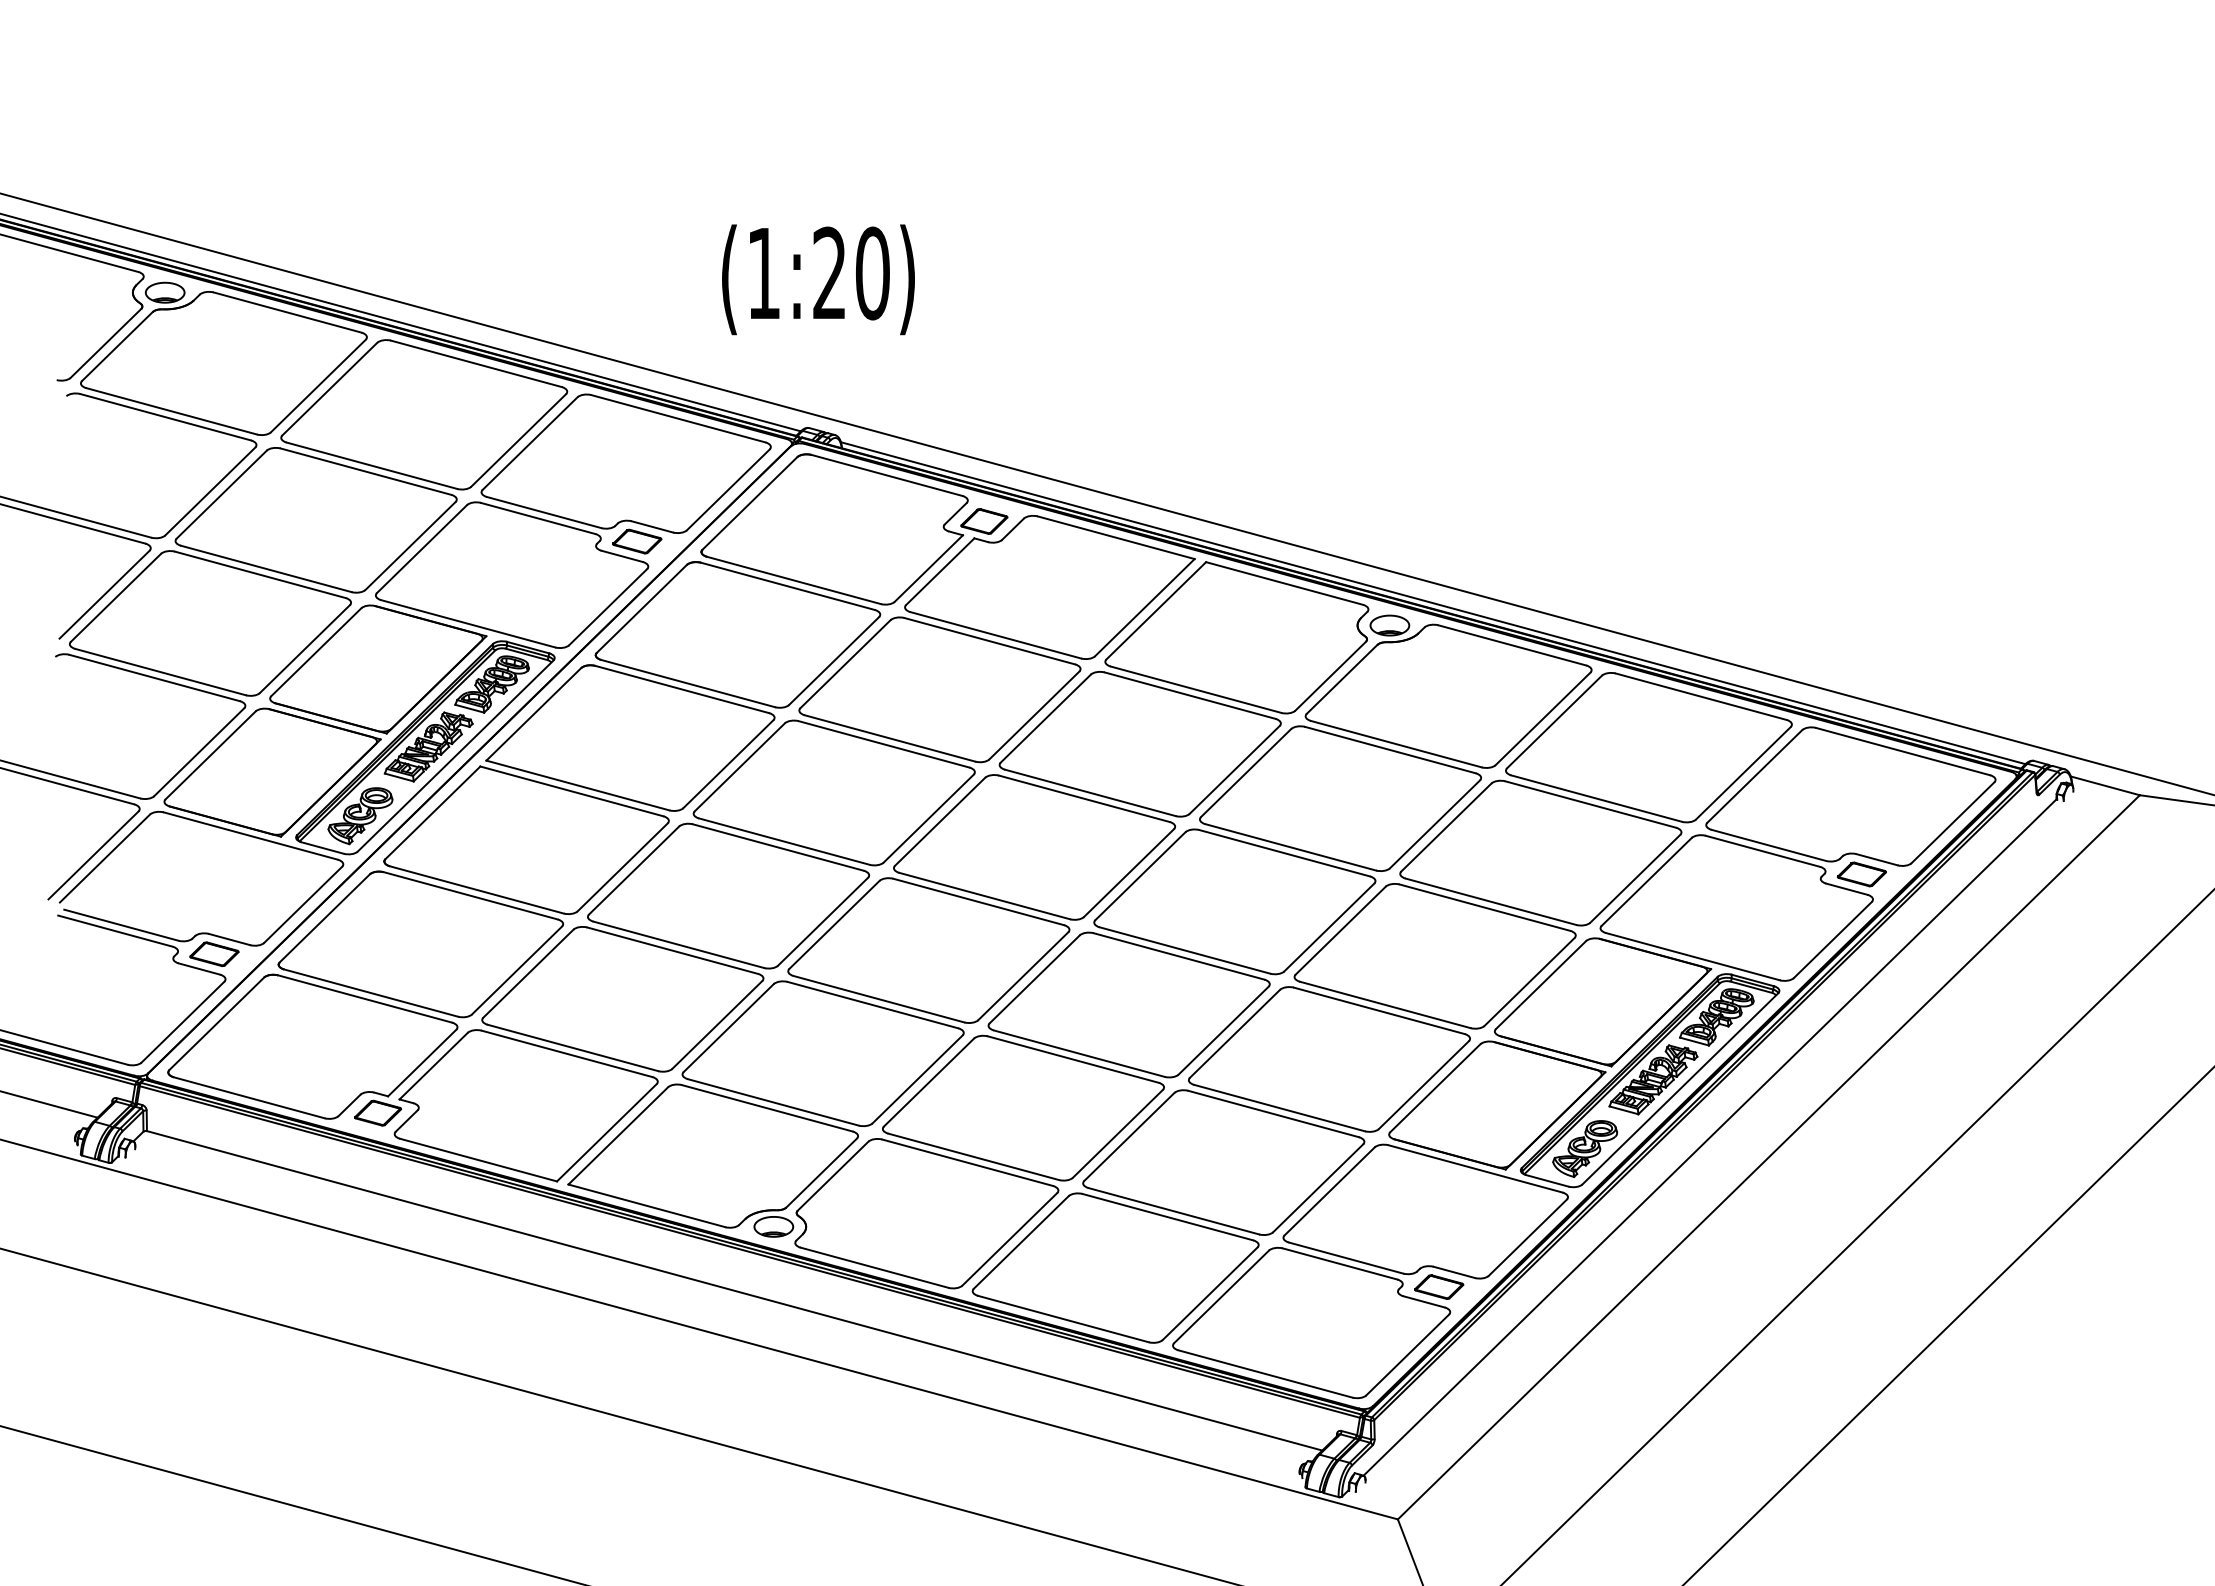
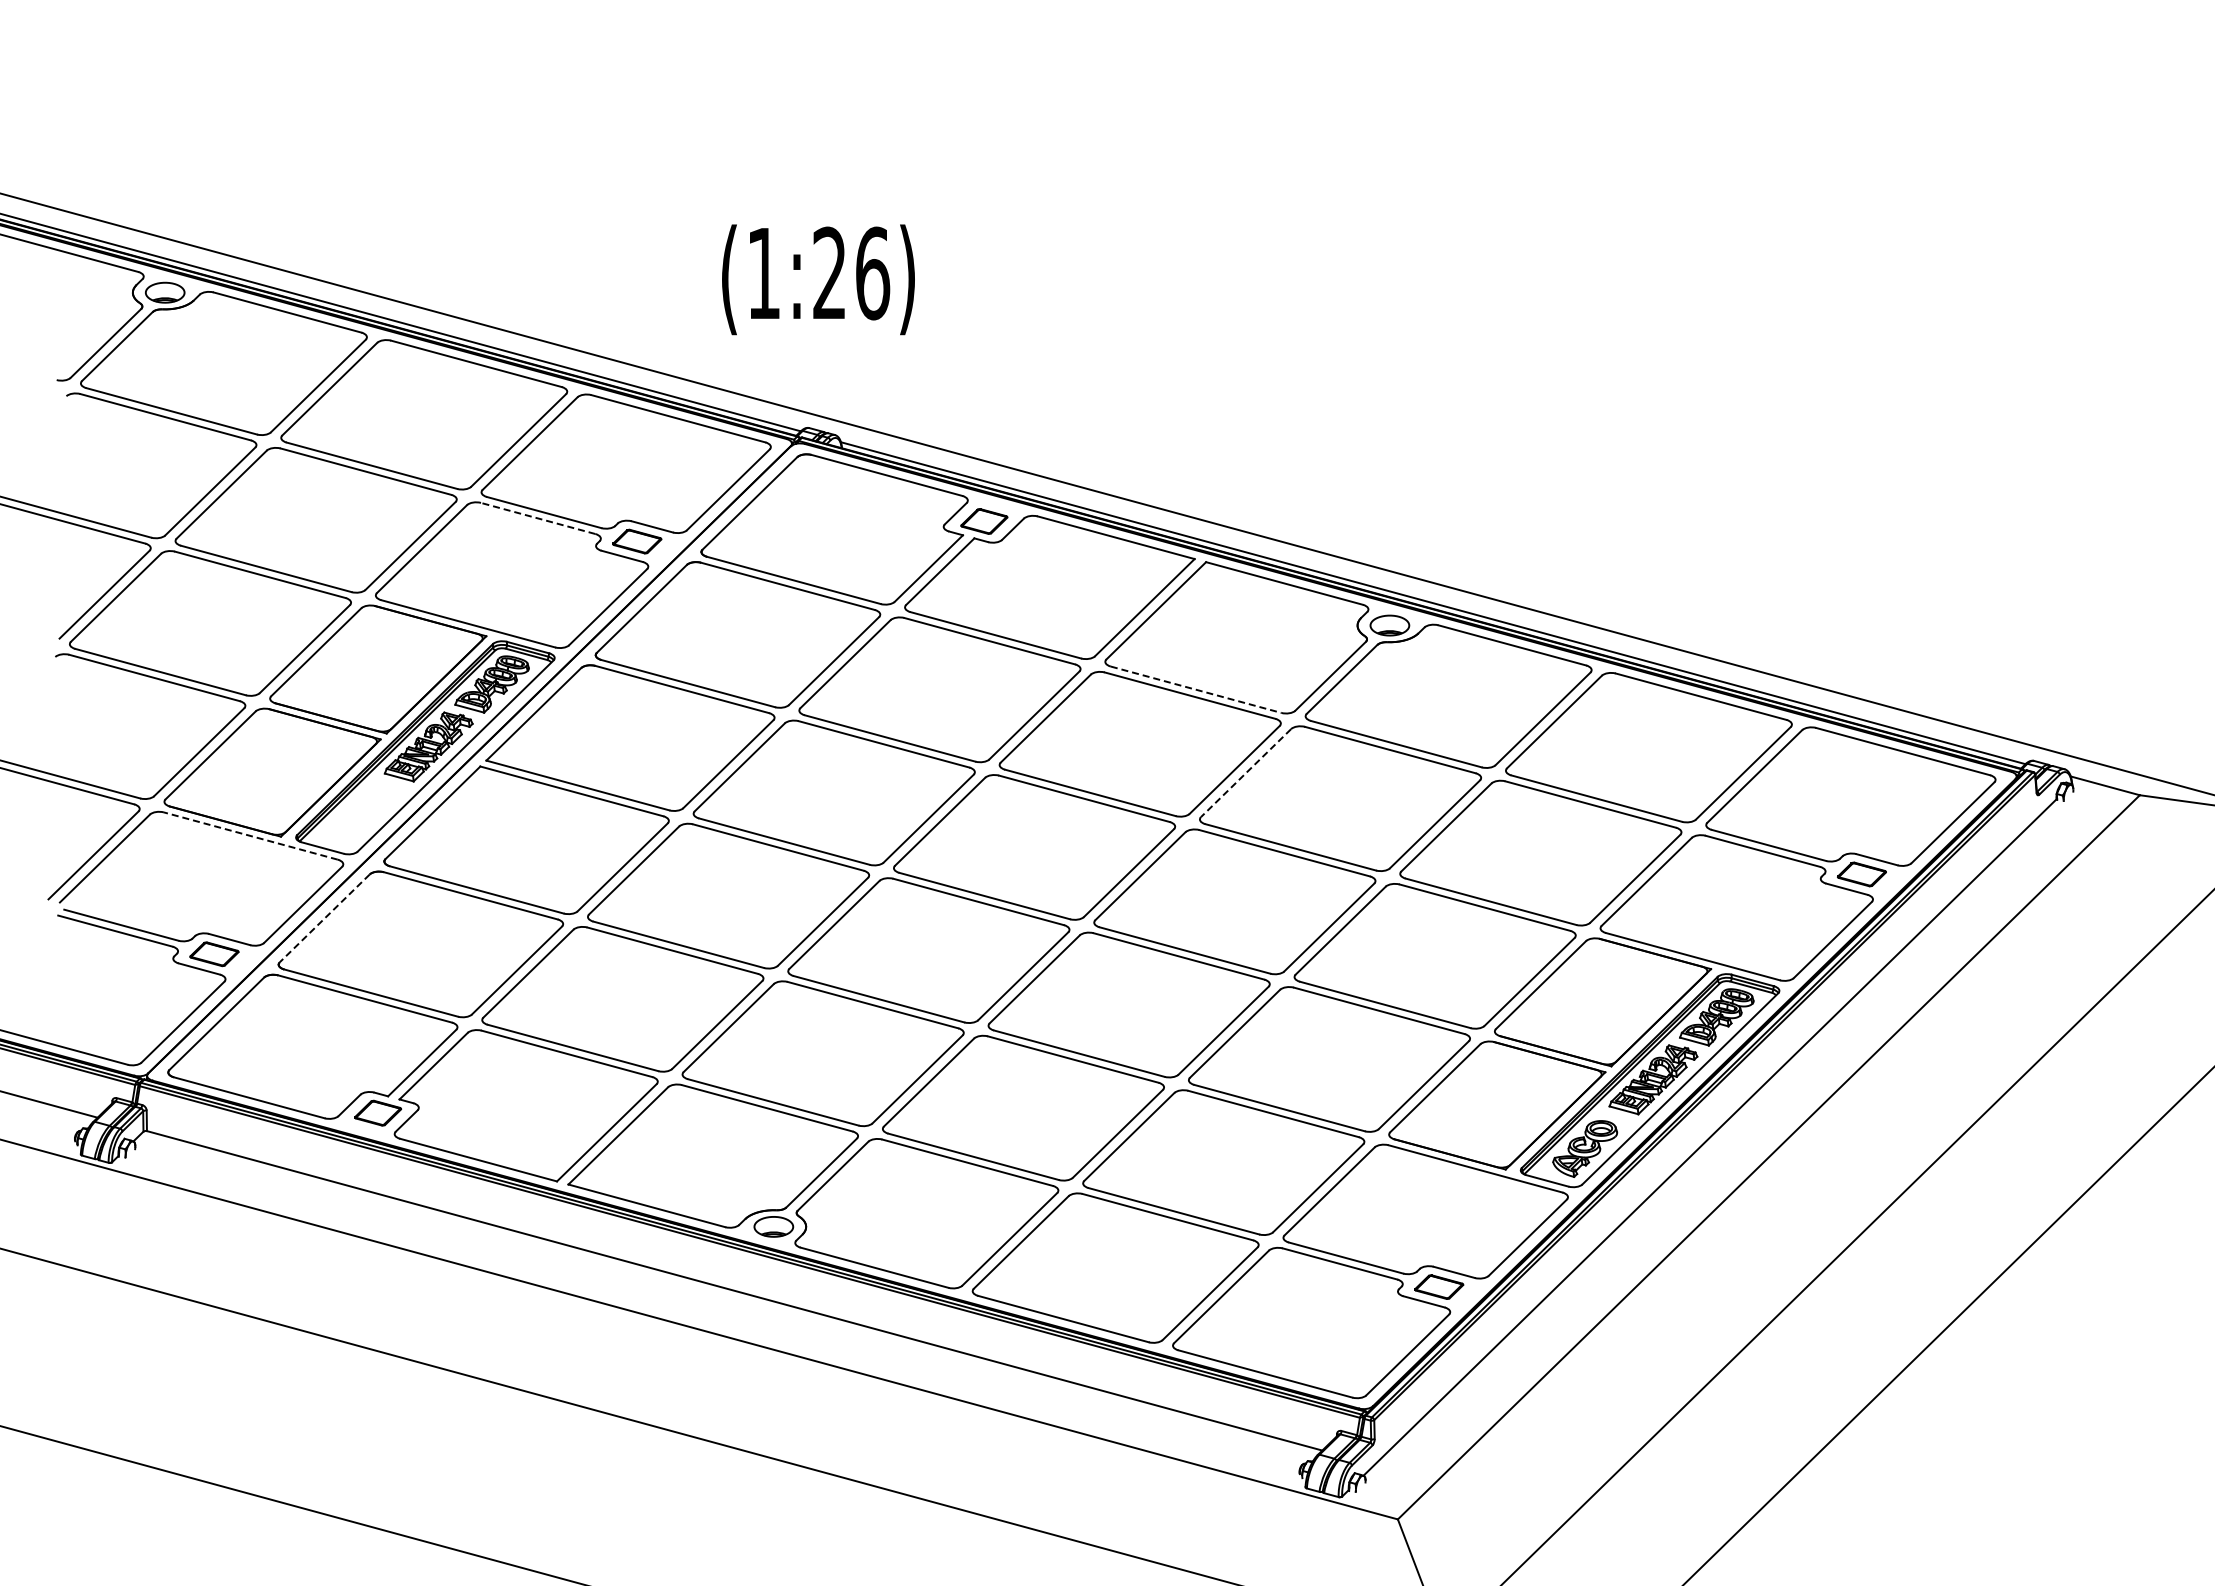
text at (873, 273): (1:20) -> (1:26)
line at (537, 518): solid -> dashed
line at (1196, 689): solid -> dashed
line at (1246, 773): solid -> dashed
part at (360, 816): present -> none
line at (250, 835): solid -> dashed
line at (324, 918): solid -> dashed
